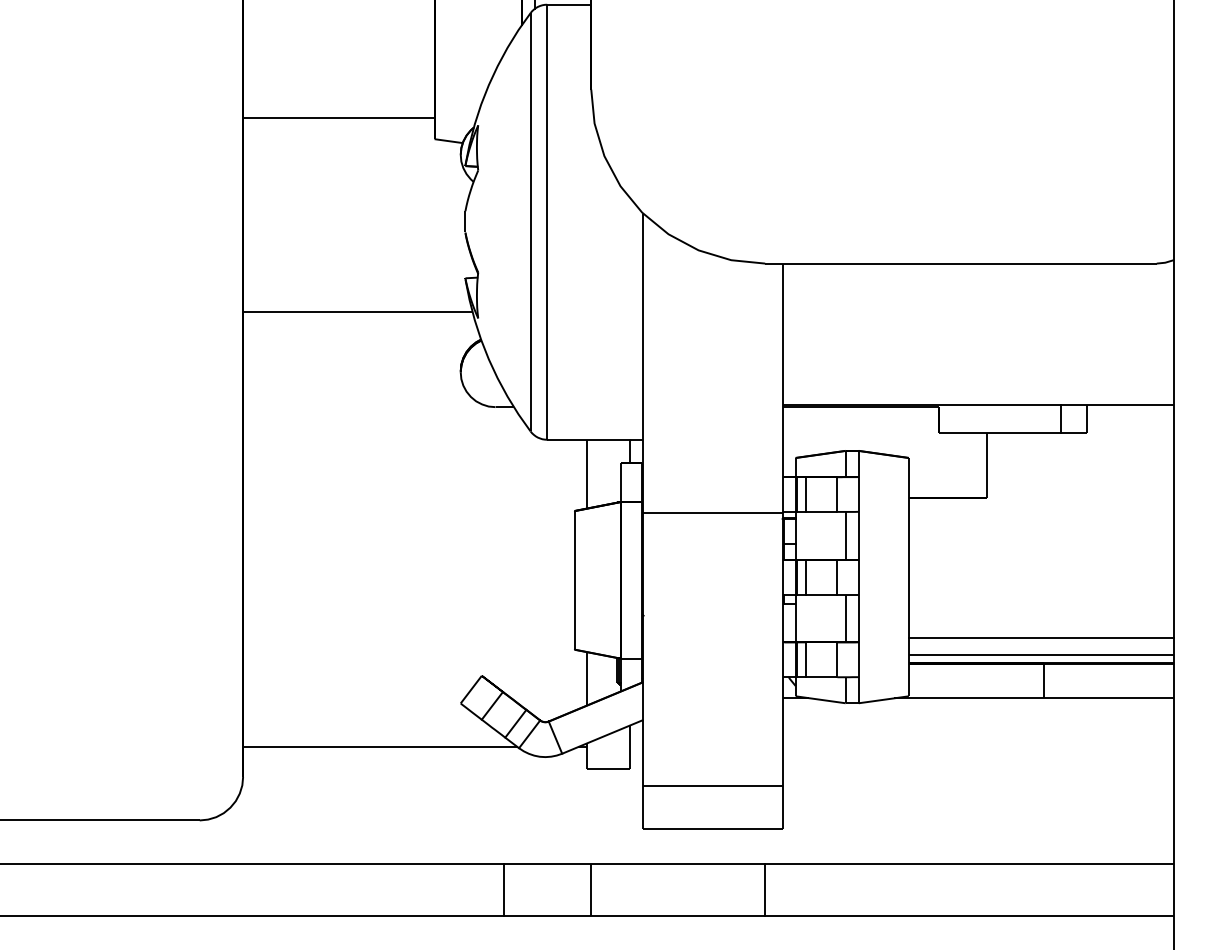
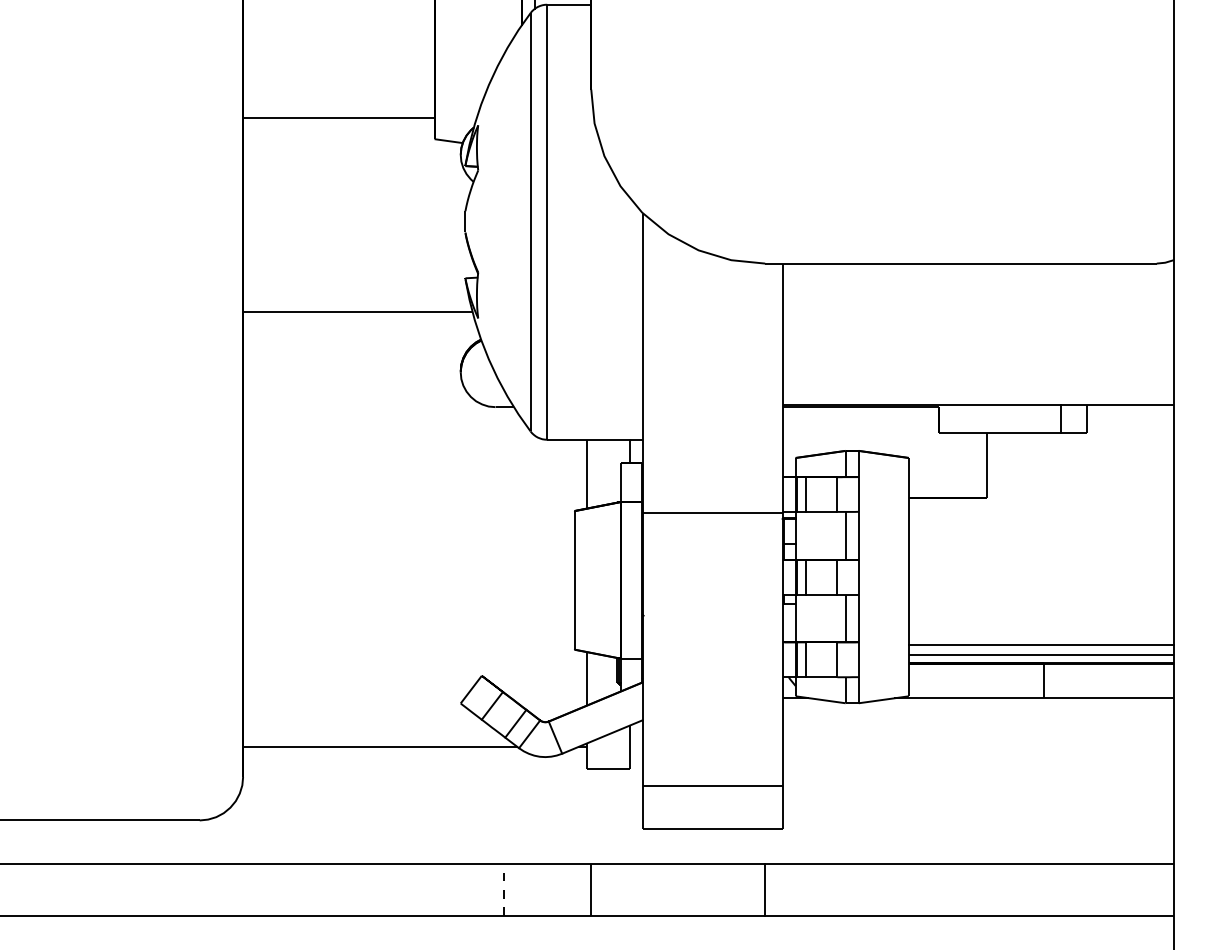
line at (1040, 637) position: (1040, 637) -> (1040, 644)
line at (504, 889): solid -> dashed
